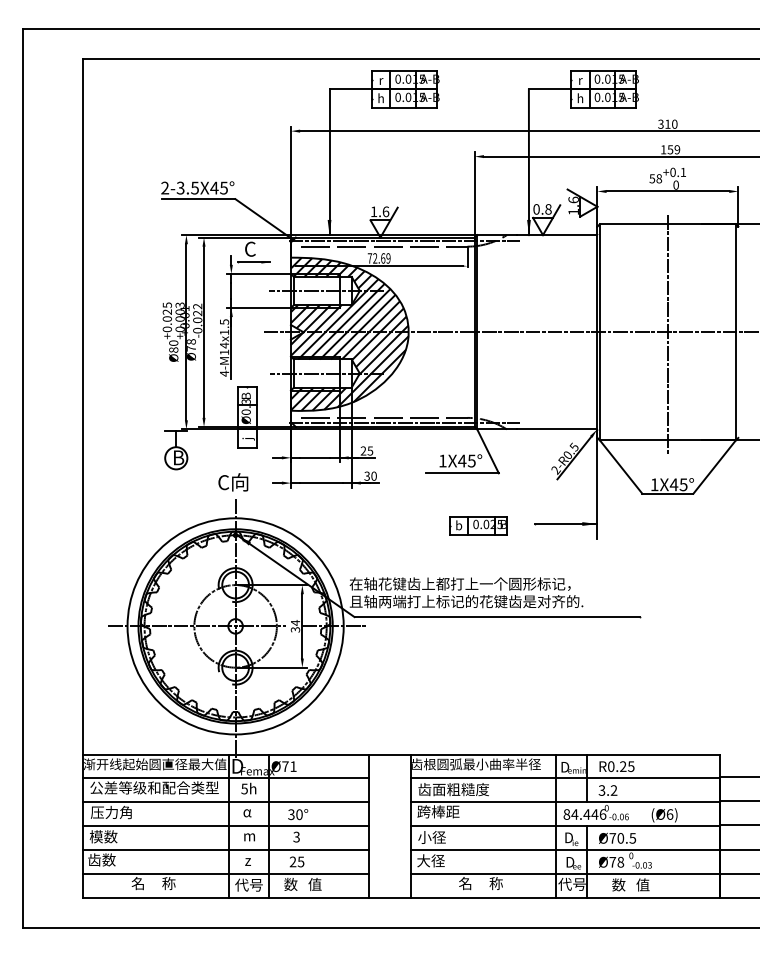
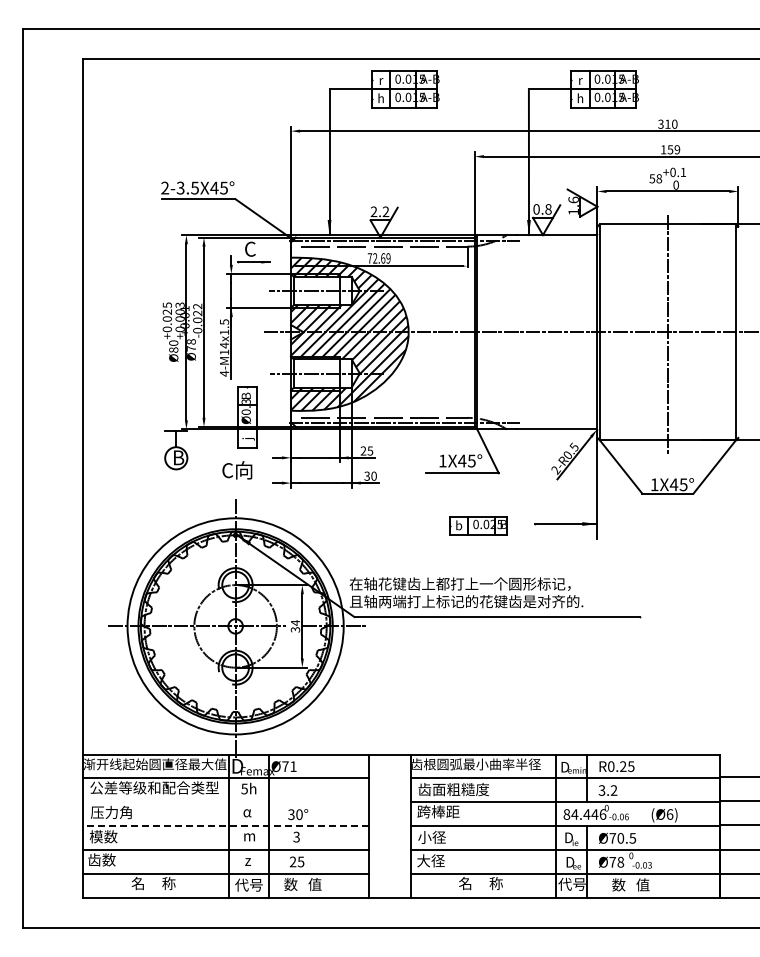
text at (379, 211): 1.6 -> 2.2
text at (233, 482) position: (233, 482) -> (237, 470)
line at (225, 802): present -> none
line at (226, 826): solid -> dashed
